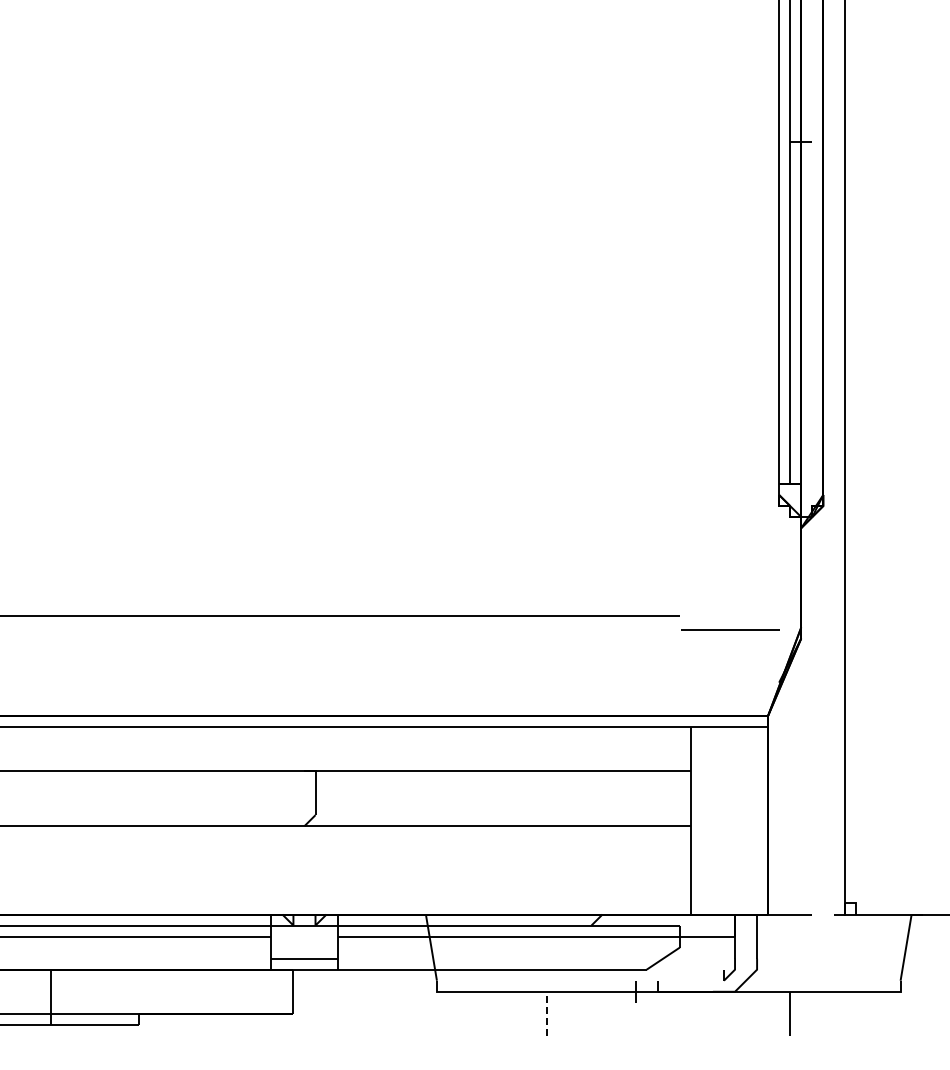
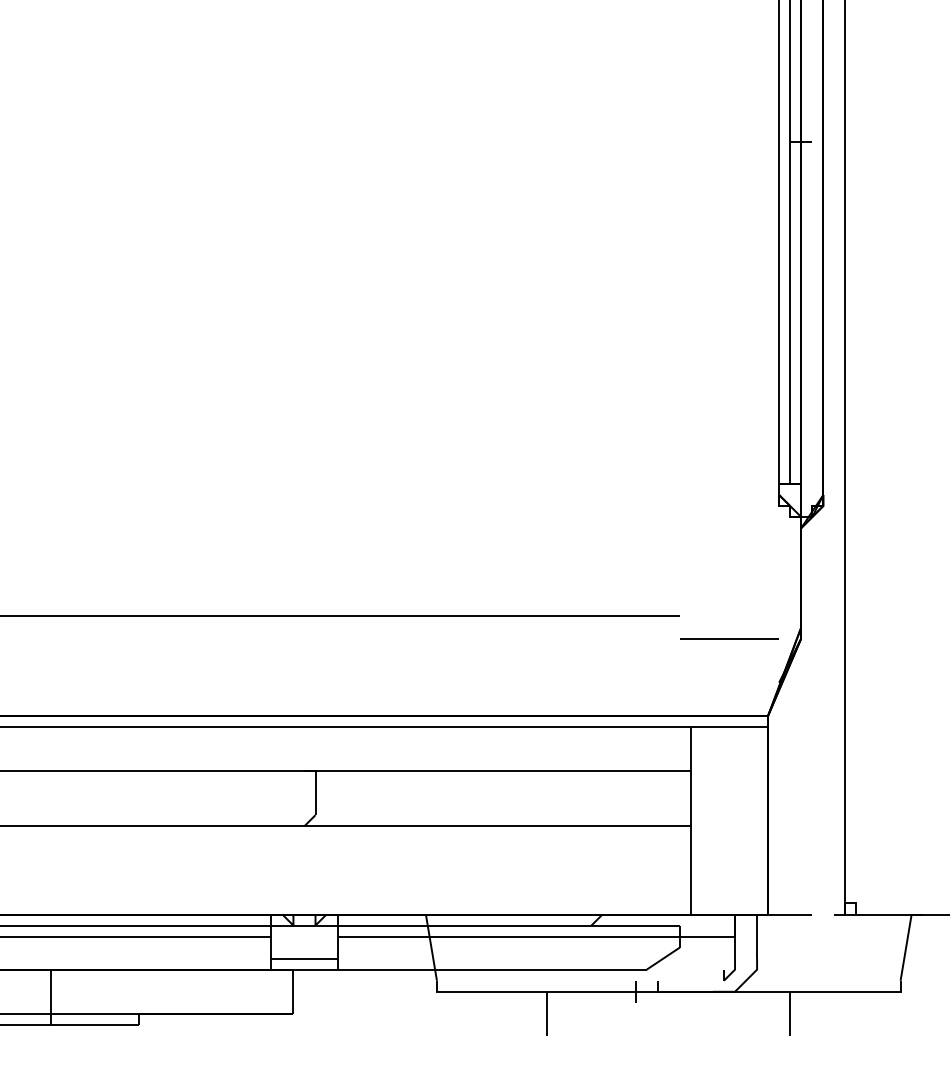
line at (730, 629) position: (730, 629) -> (729, 638)
line at (547, 1013): dashed -> solid
